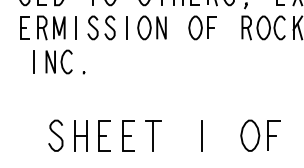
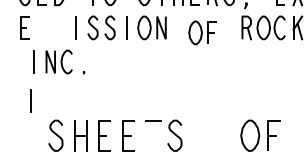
part at (51, 27): present -> none
part at (202, 27) position: (202, 27) -> (202, 32)
line at (30, 100): none -> present
curve at (174, 134): none -> present
line at (153, 135): present -> none
line at (201, 135): present -> none
